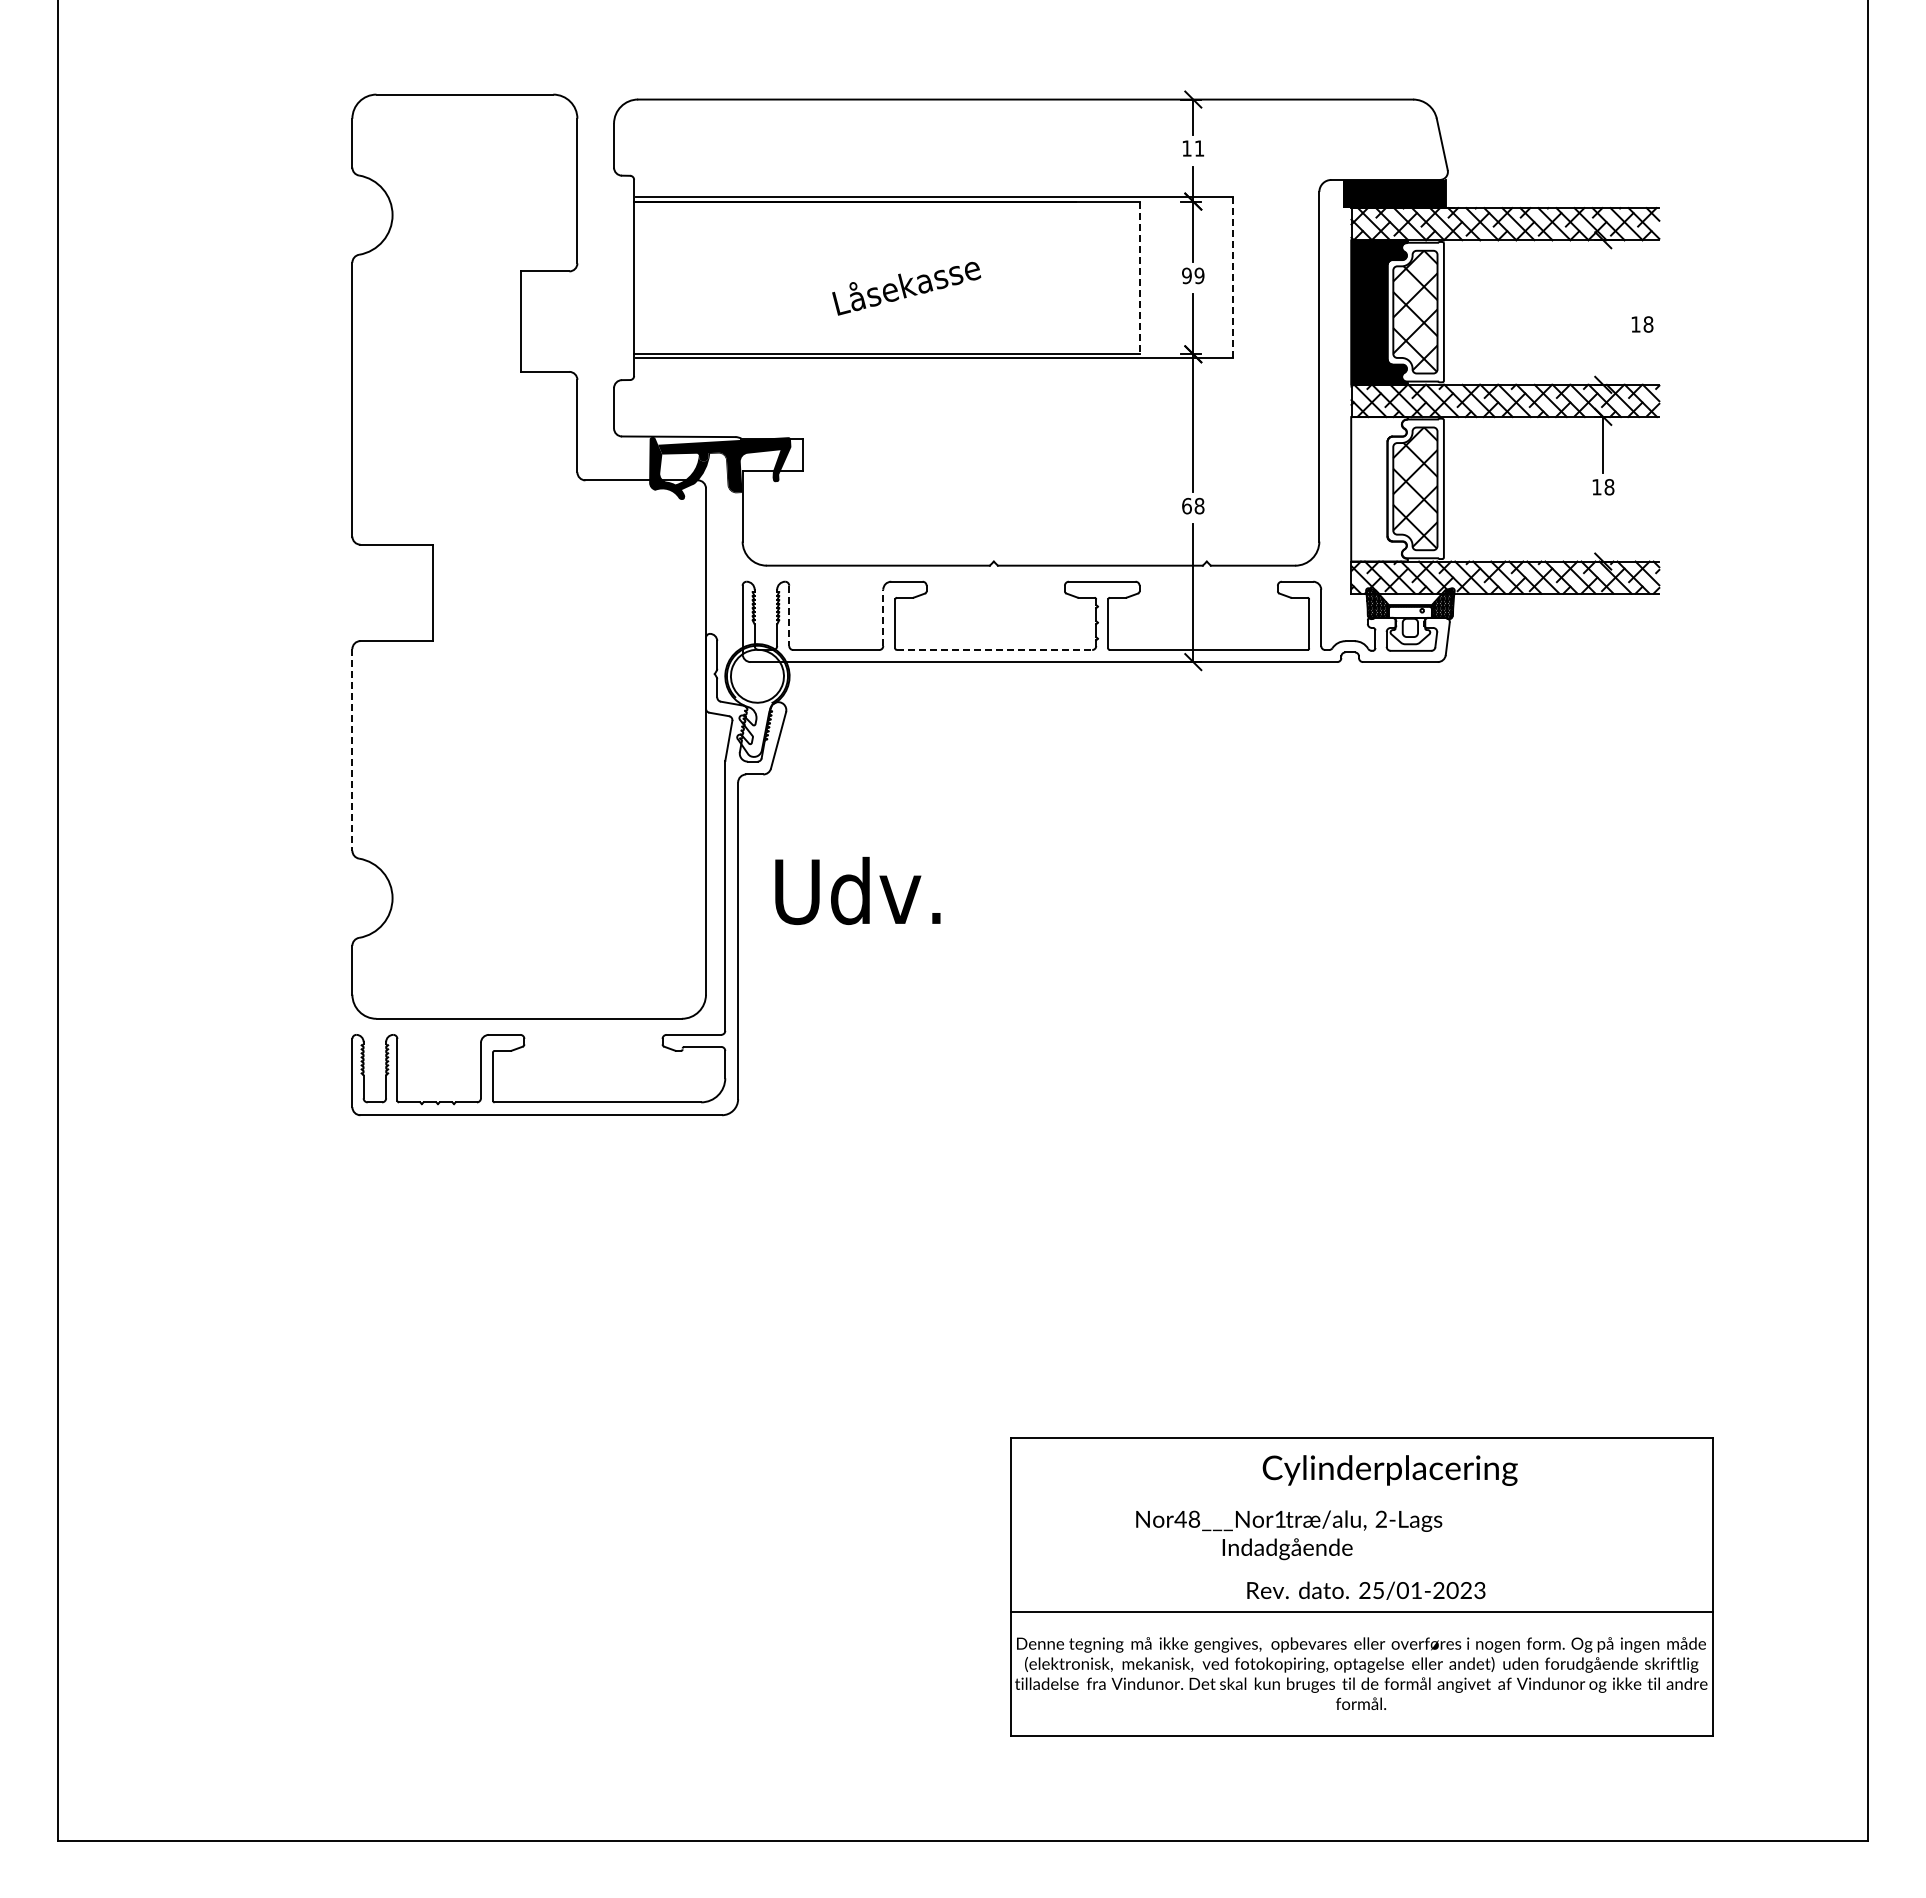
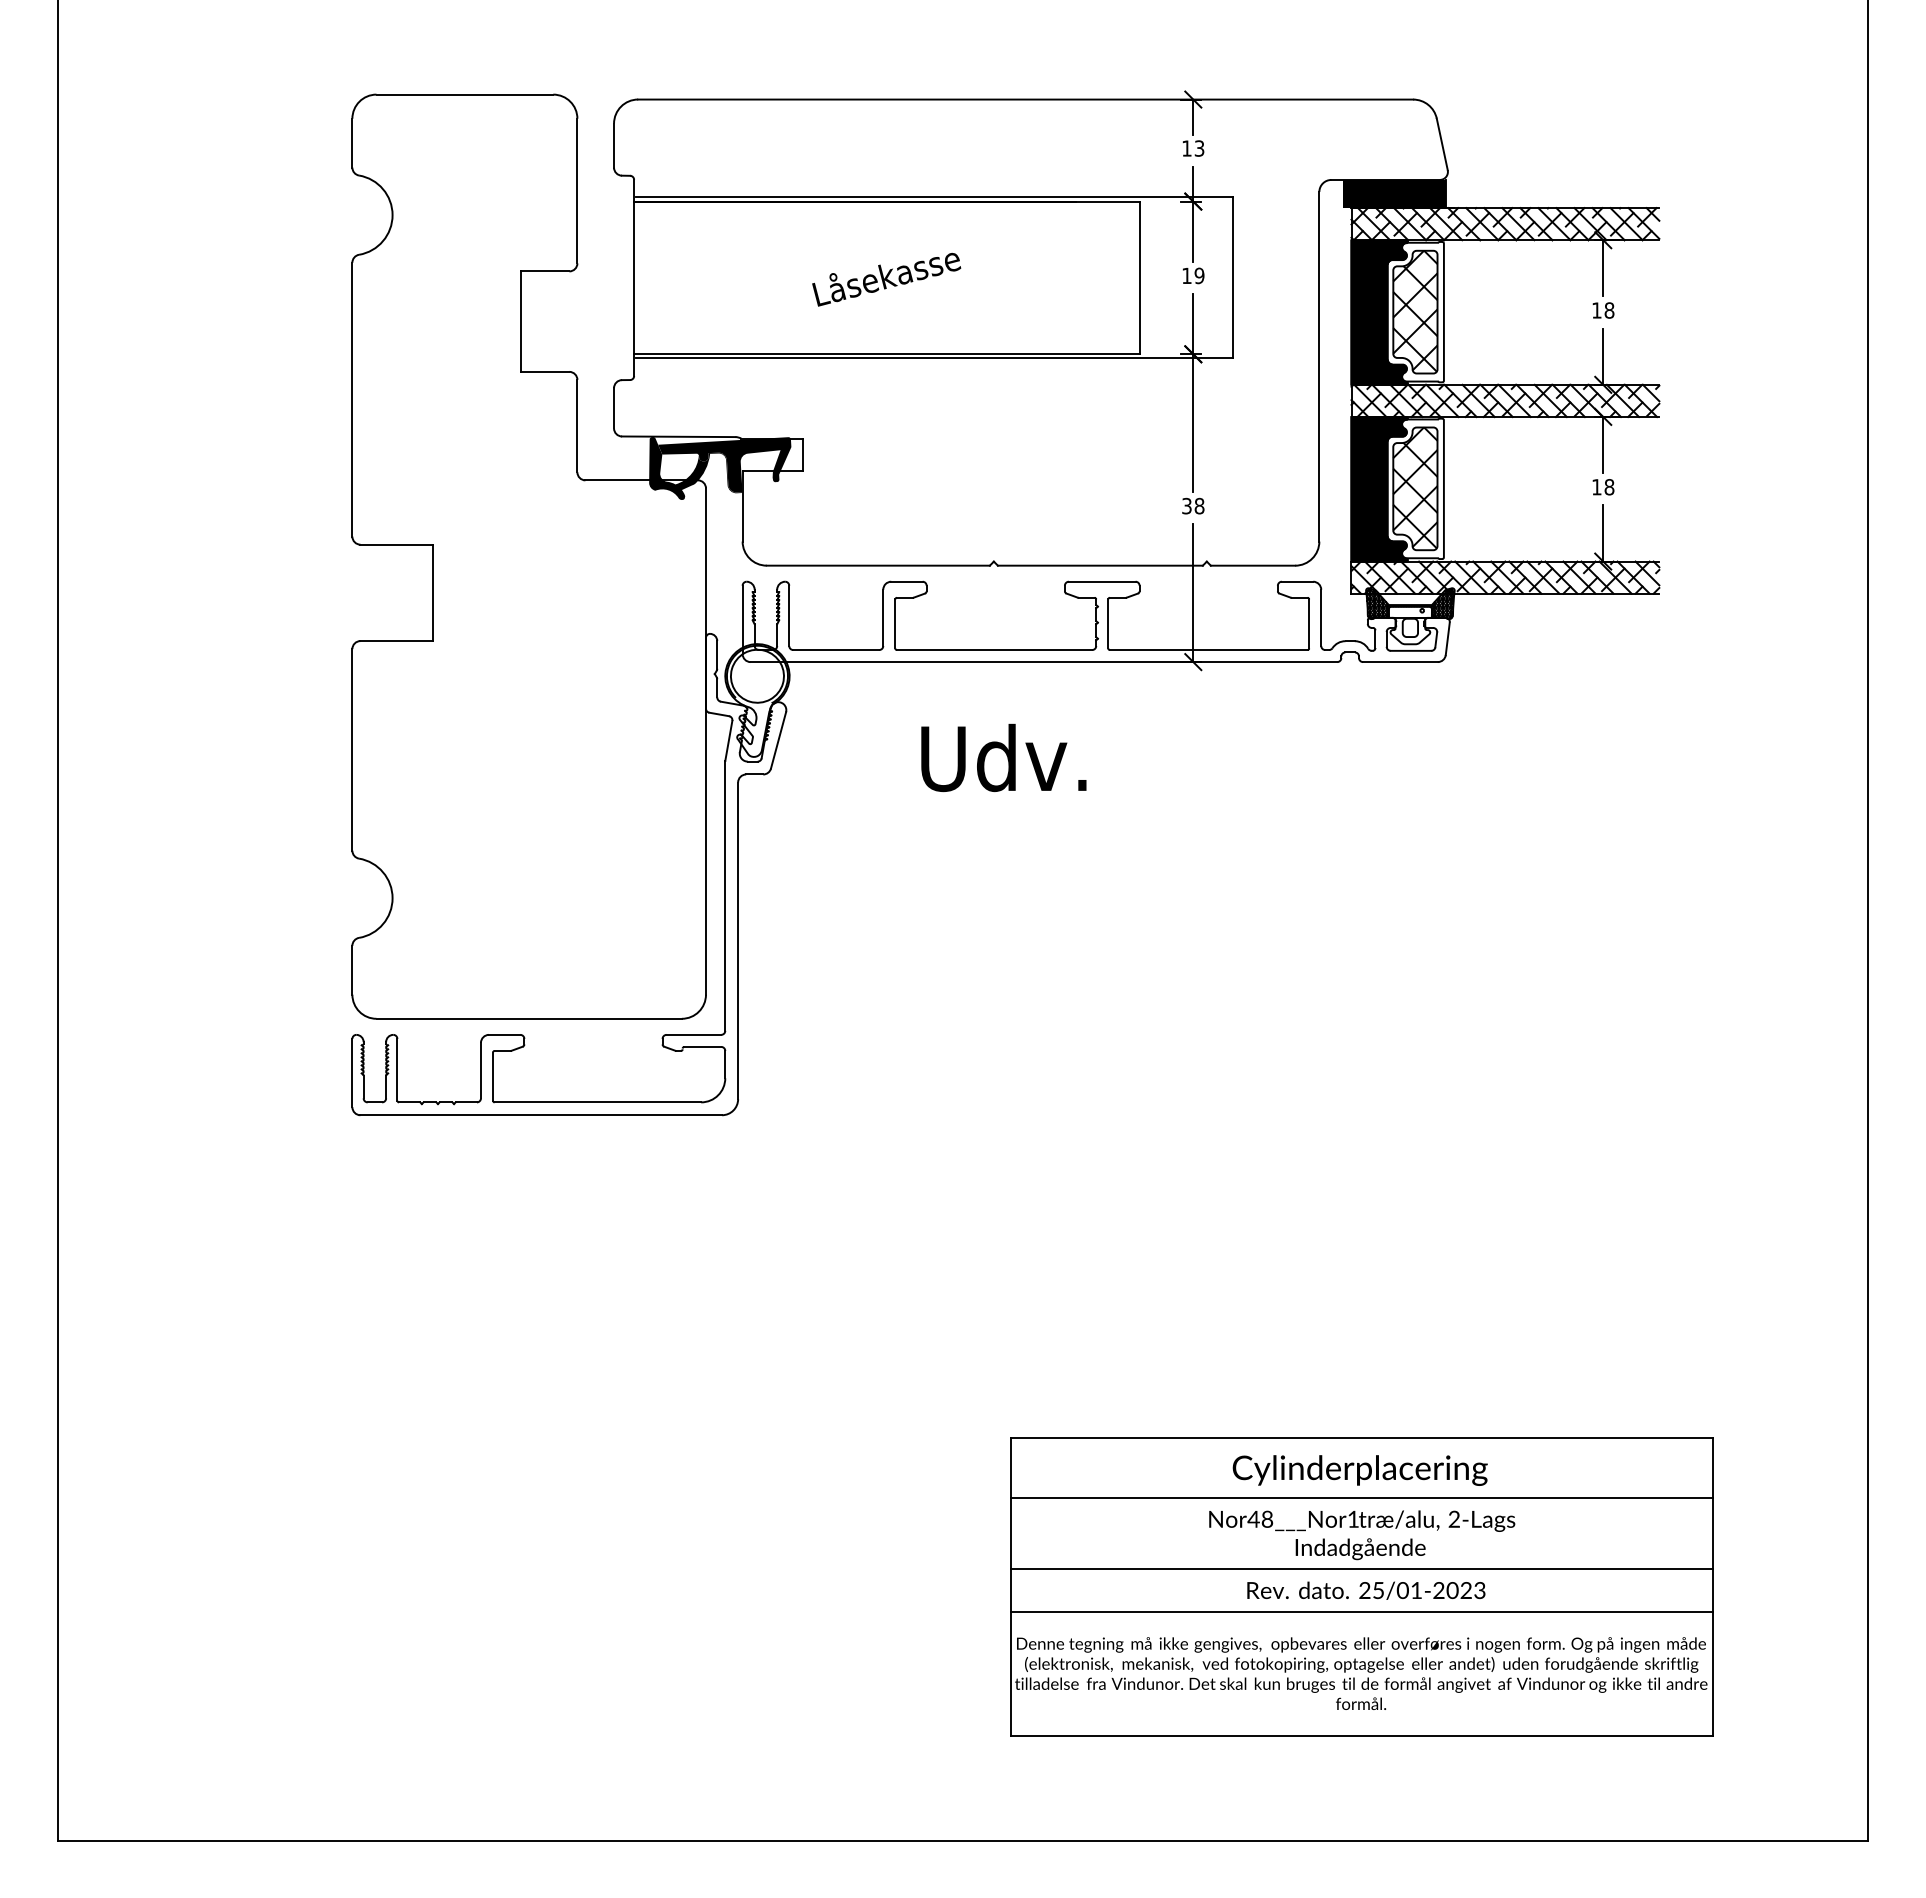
text at (1199, 148): 11 -> 13
line at (1603, 268): none -> present
text at (1186, 275): 99 -> 19
line at (1232, 277): dashed -> solid
line at (1140, 278): dashed -> solid
text at (906, 288) position: (906, 288) -> (886, 279)
text at (1642, 324) position: (1642, 324) -> (1603, 310)
line at (1603, 356): none -> present
fill at (1379, 489): none -> present
text at (1186, 505): 68 -> 38
line at (1603, 533): none -> present
line at (789, 616): dashed -> solid
line at (883, 617): dashed -> solid
line at (994, 650): dashed -> solid
line at (352, 749): dashed -> solid
text at (857, 890) position: (857, 890) -> (1003, 757)
text at (1389, 1470) position: (1389, 1470) -> (1359, 1470)
line at (1361, 1497): none -> present
text at (1289, 1535) position: (1289, 1535) -> (1362, 1535)
line at (1361, 1569): none -> present
